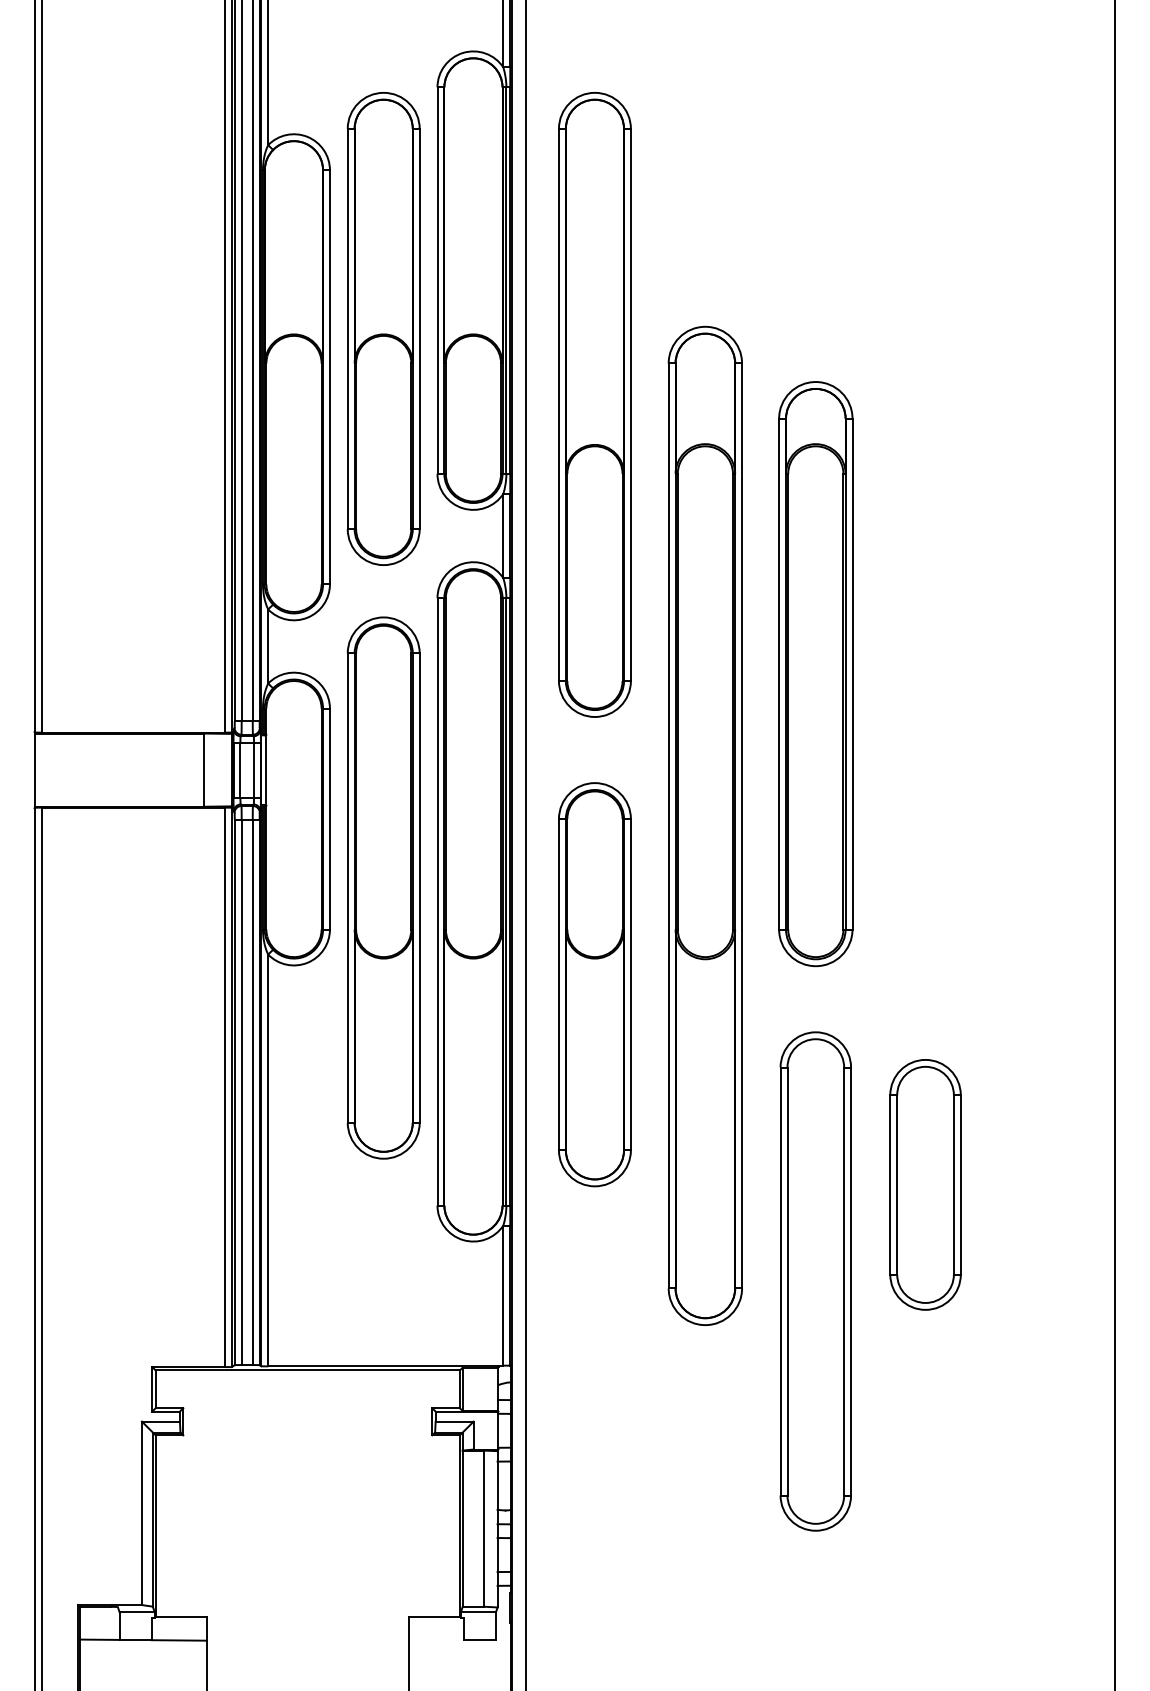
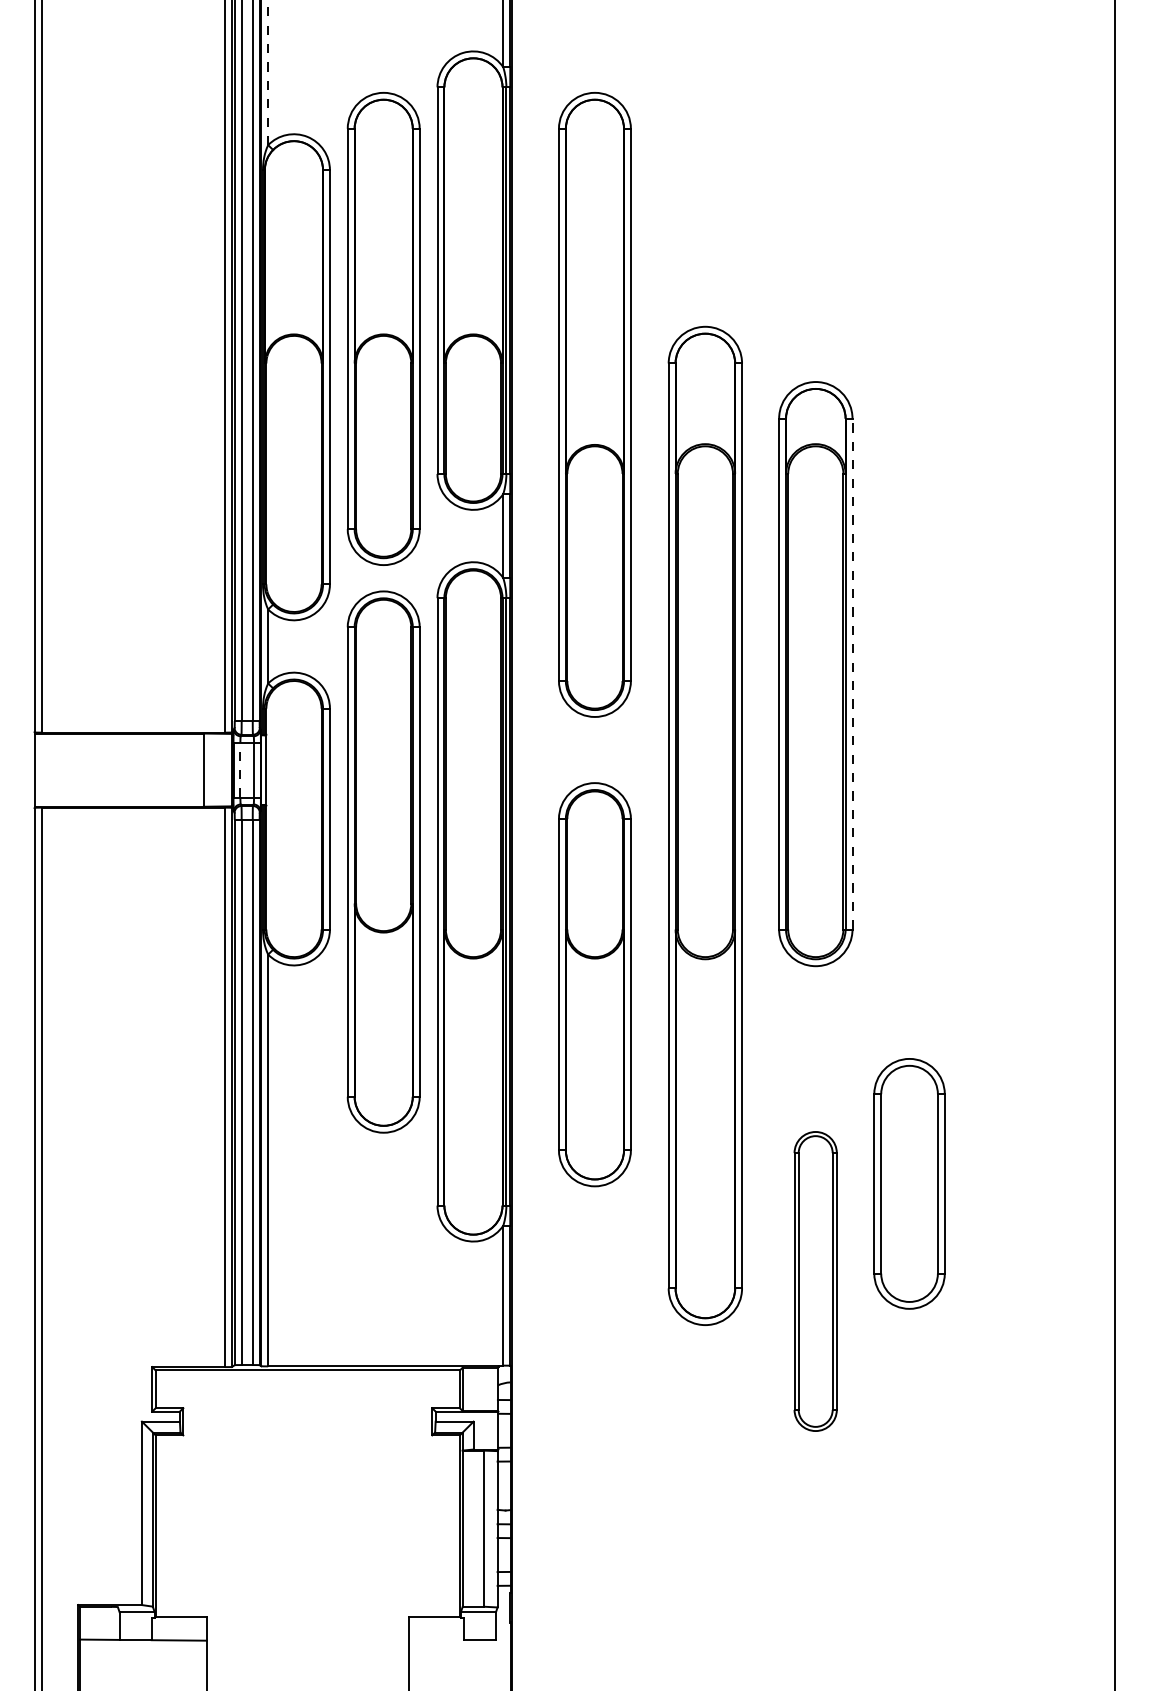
line at (268, 72): solid -> dashed
line at (852, 673): solid -> dashed
line at (240, 769): solid -> dashed
line at (525, 844): present -> none
part at (383, 887) position: (383, 887) -> (383, 861)
part at (925, 1184) position: (925, 1184) -> (909, 1183)
part at (815, 1281) size: 73x501 px -> 45x301 px
